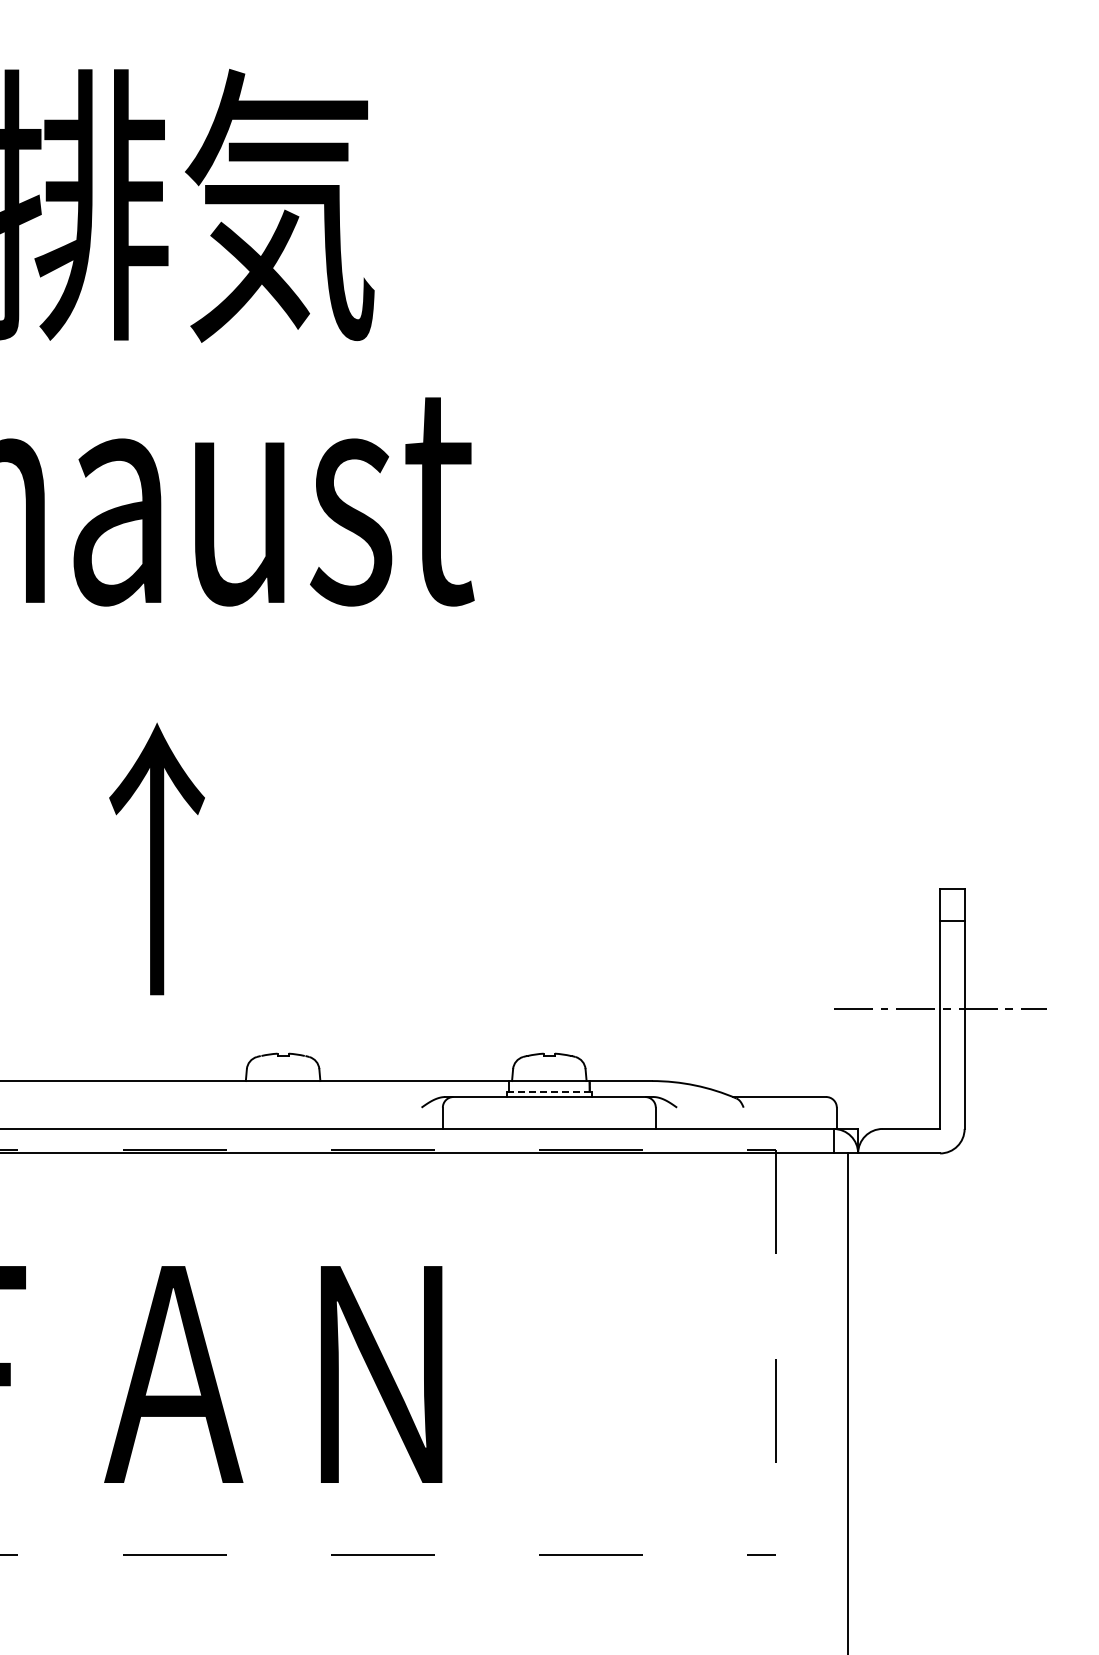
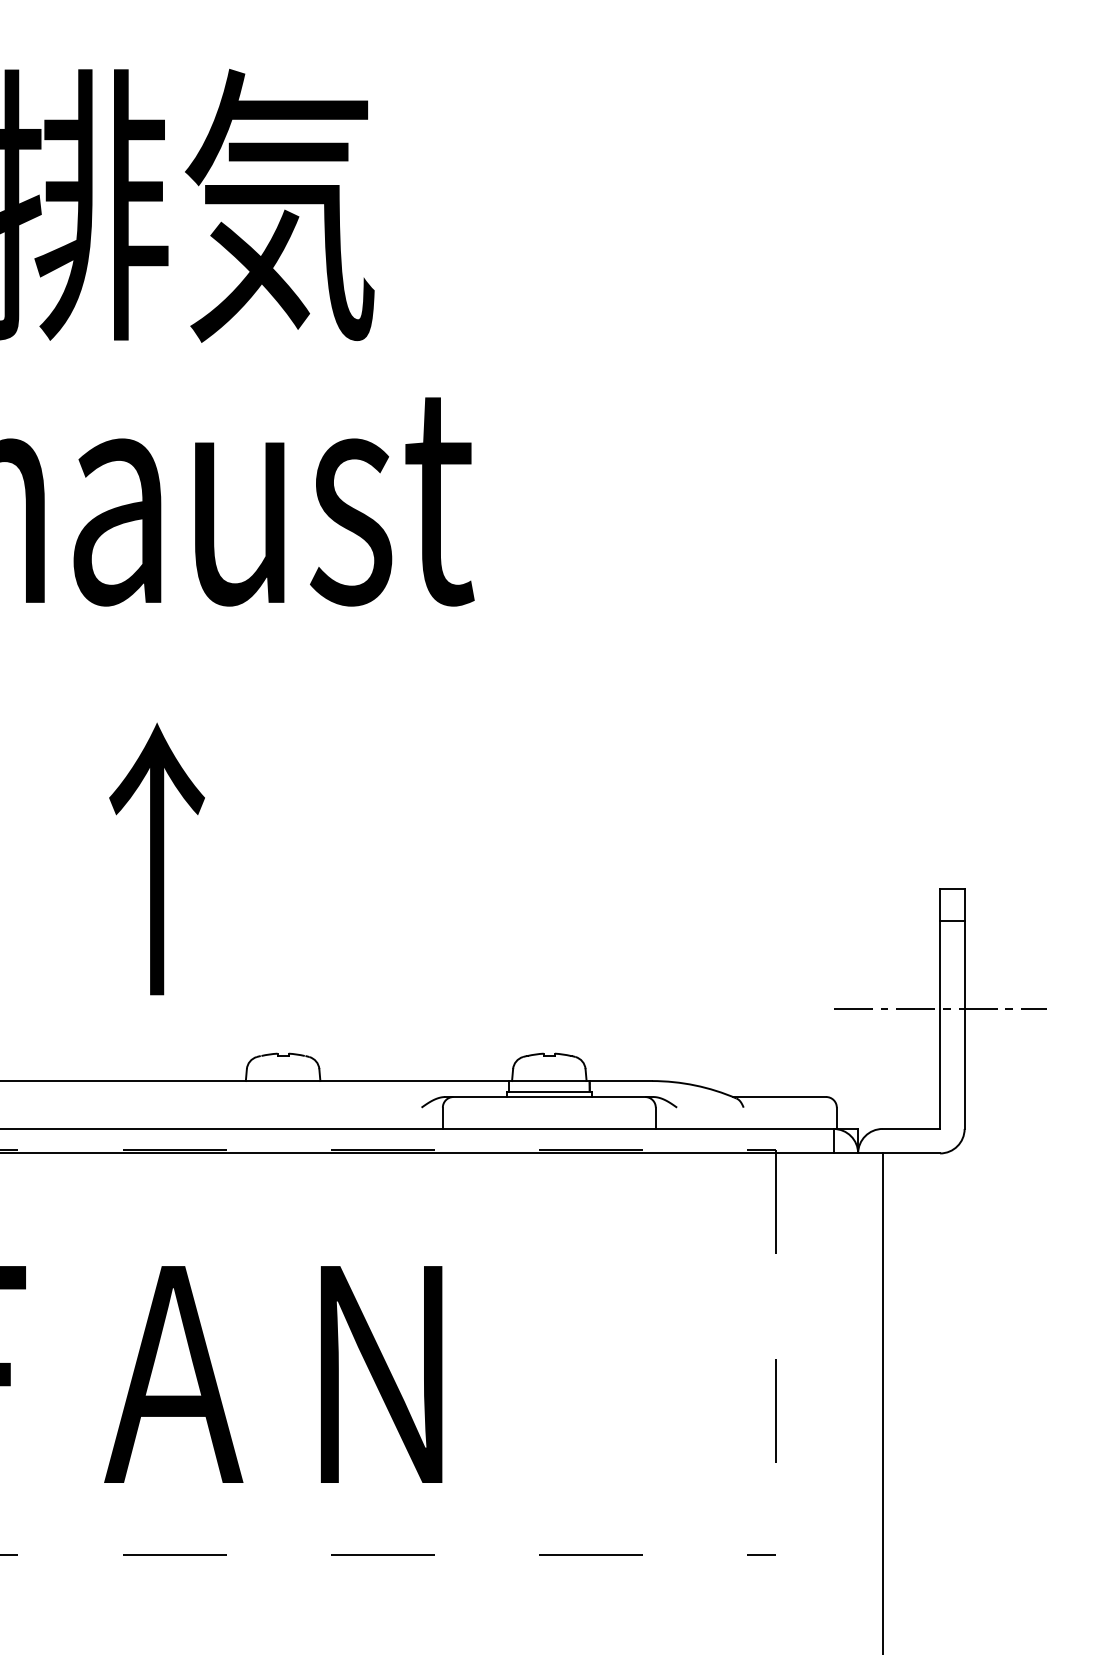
line at (549, 1091): dashed -> solid
line at (847, 1402) position: (847, 1402) -> (882, 1402)
